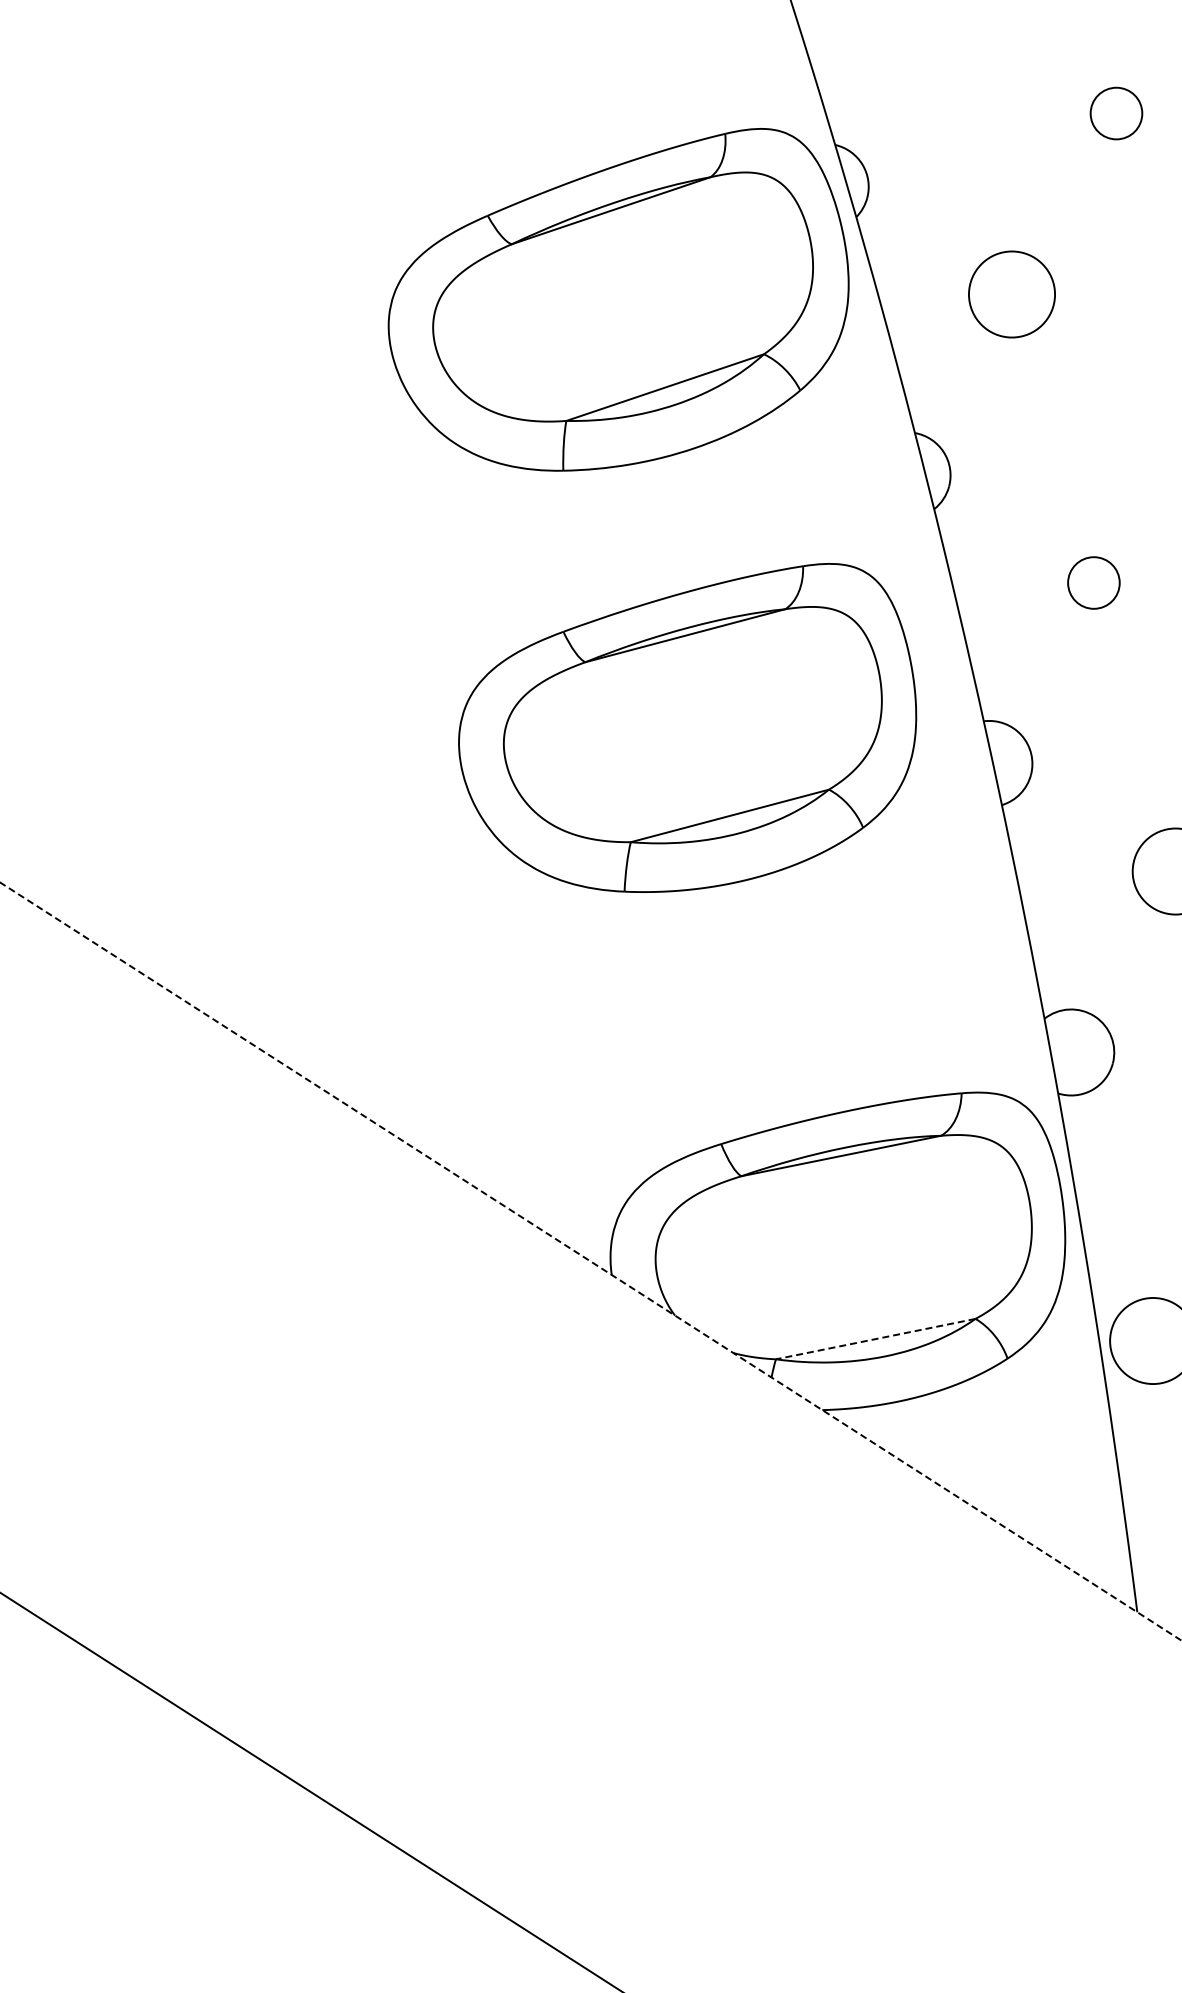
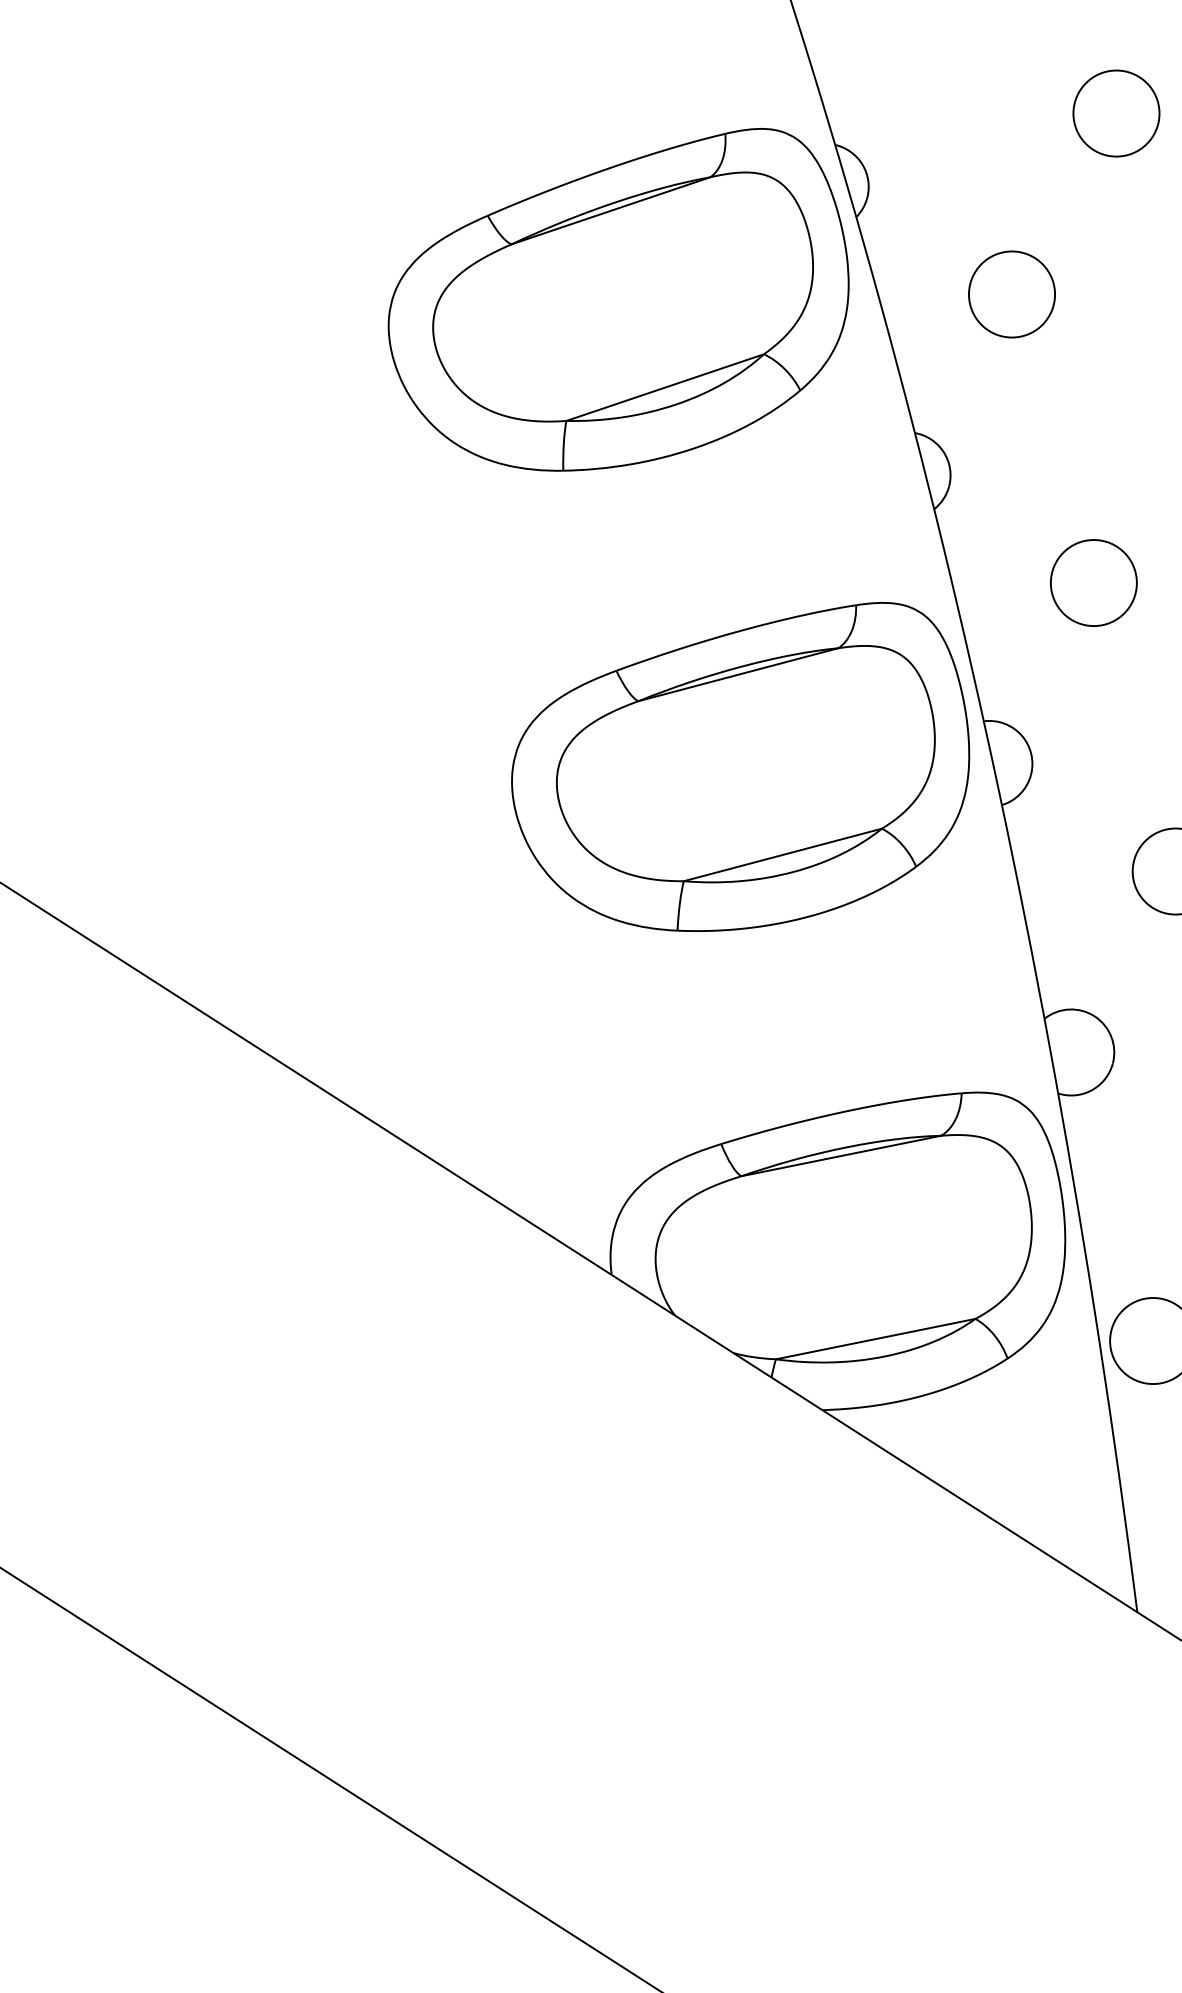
circle at (1116, 113) diameter: 52 px -> 86 px
circle at (1093, 582) size: 54x54 px -> 88x88 px
part at (687, 727) position: (687, 727) -> (740, 766)
line at (591, 1261): dashed -> solid
line at (875, 1339): dashed -> solid
line at (310, 1791) position: (310, 1791) -> (330, 1779)
